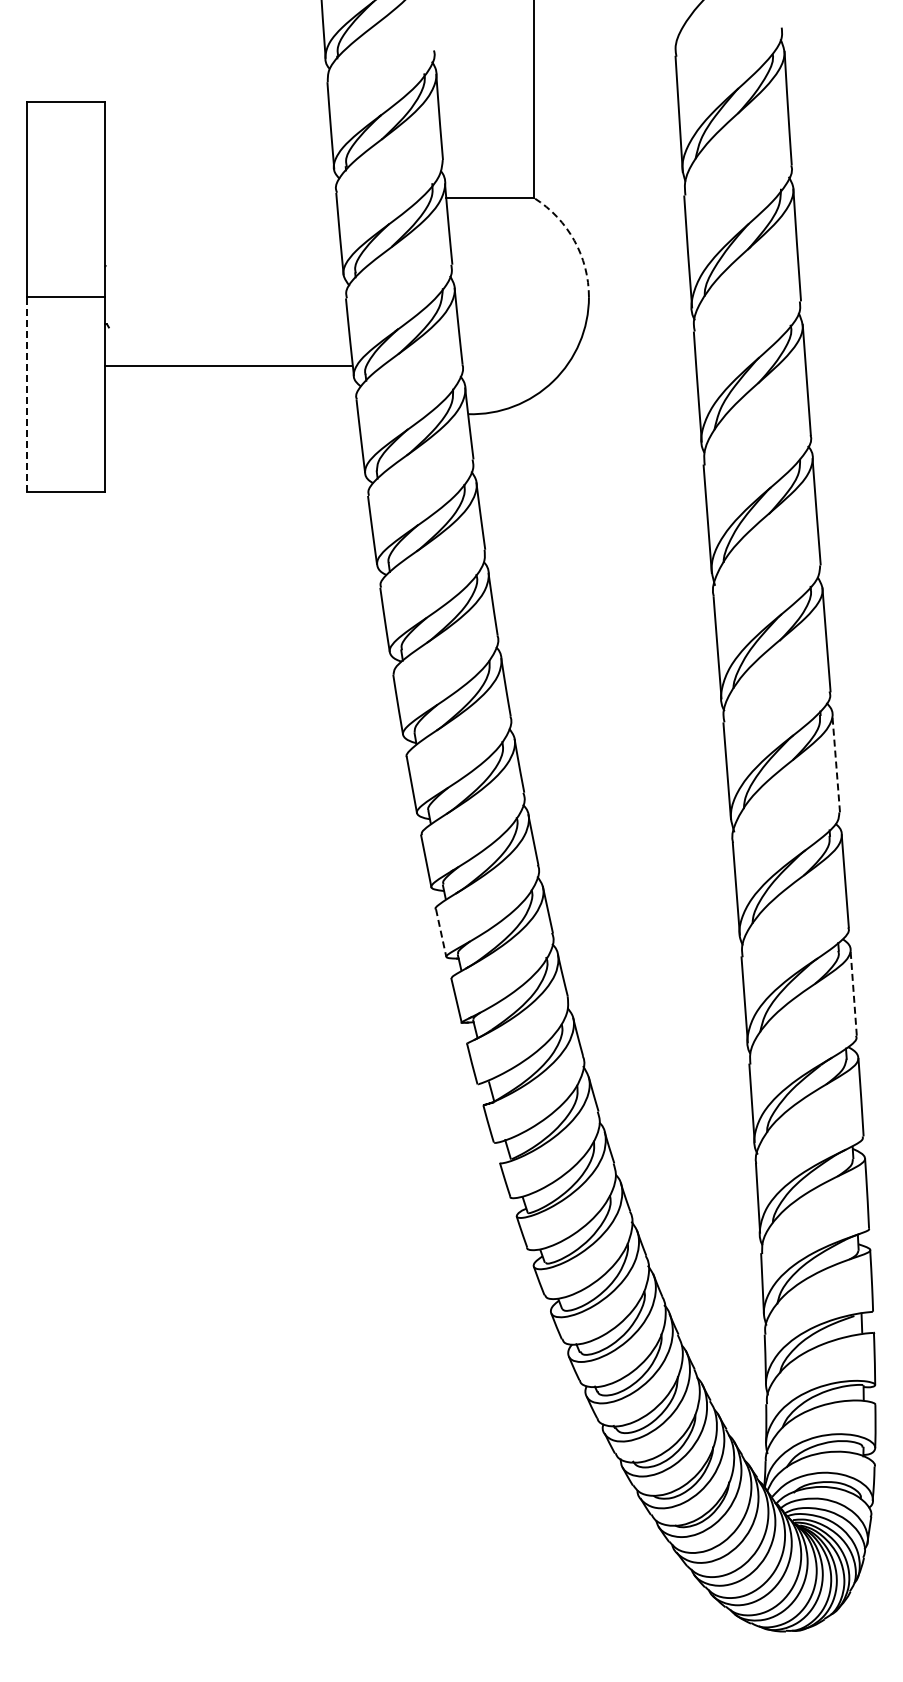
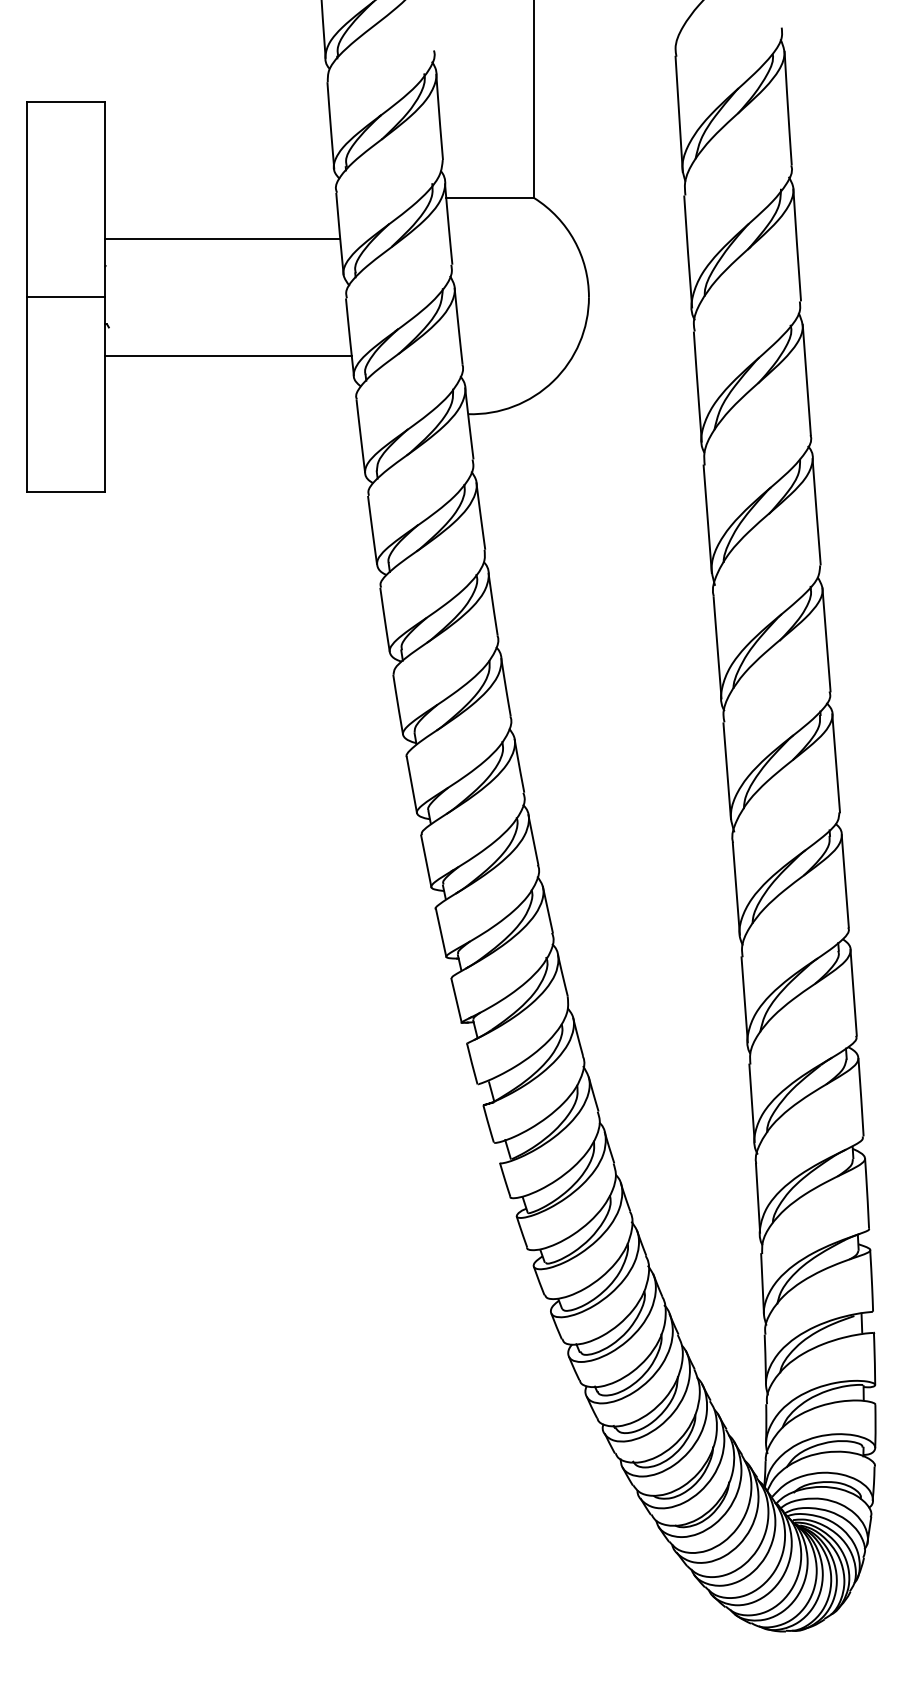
line at (222, 238): none -> present
arc at (574, 240): dashed -> solid
line at (228, 365) position: (228, 365) -> (228, 355)
line at (27, 394): dashed -> solid
line at (836, 762): dashed -> solid
line at (441, 933): dashed -> solid
line at (853, 992): dashed -> solid
